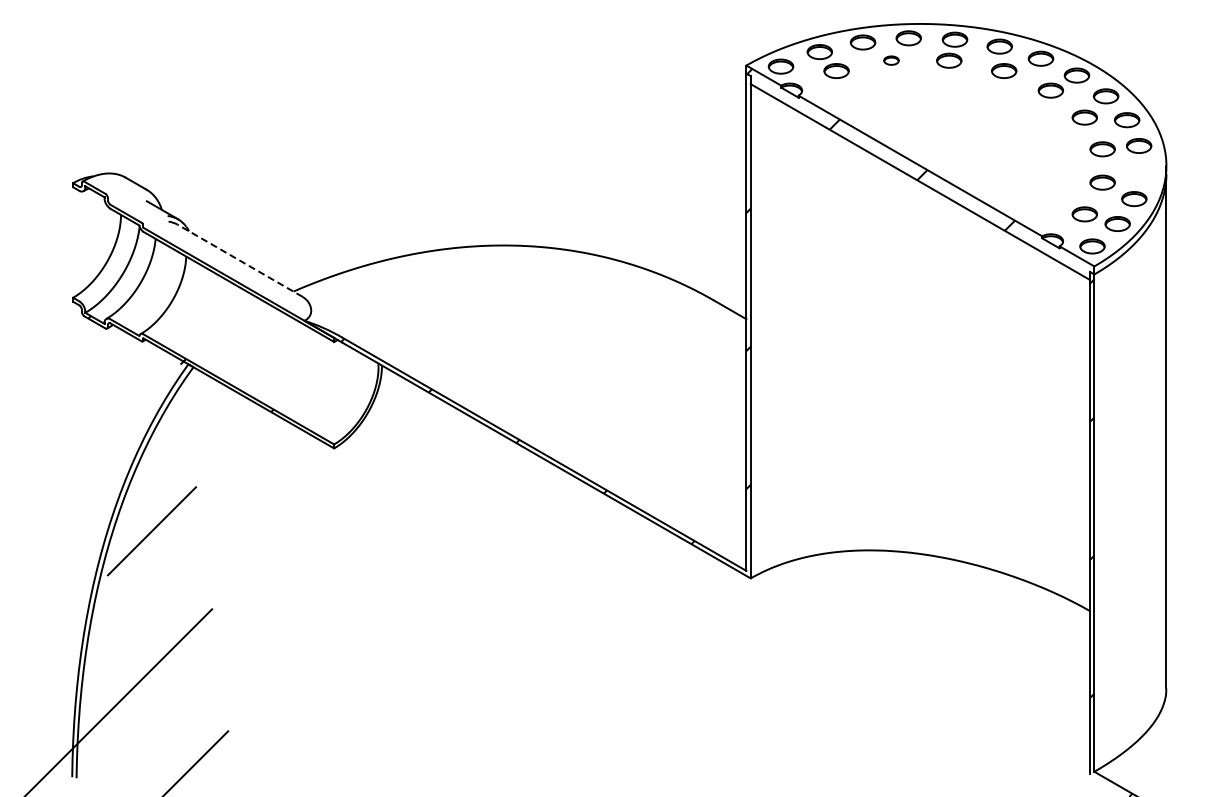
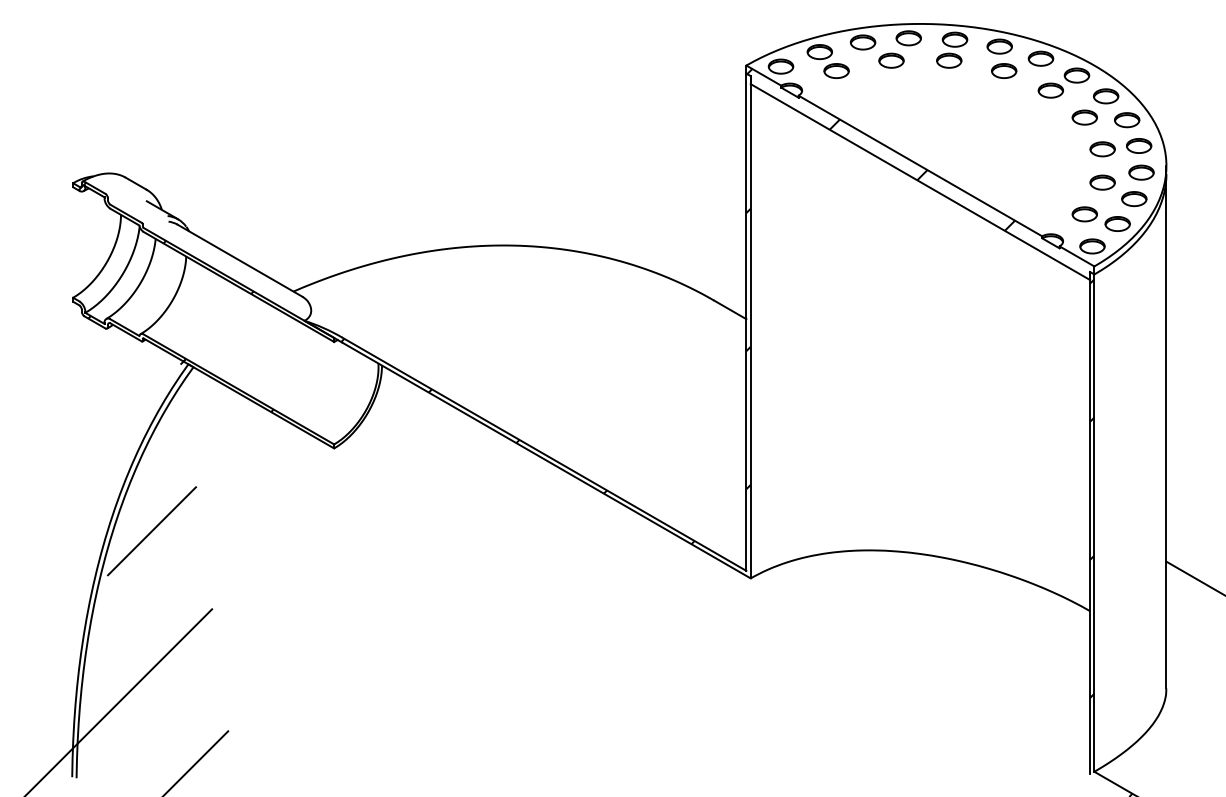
part at (891, 60) size: 17x11 px -> 27x17 px
part at (1141, 172): none -> present
hatch at (165, 238): none -> present
line at (239, 260): dashed -> solid
line at (1194, 577): none -> present
